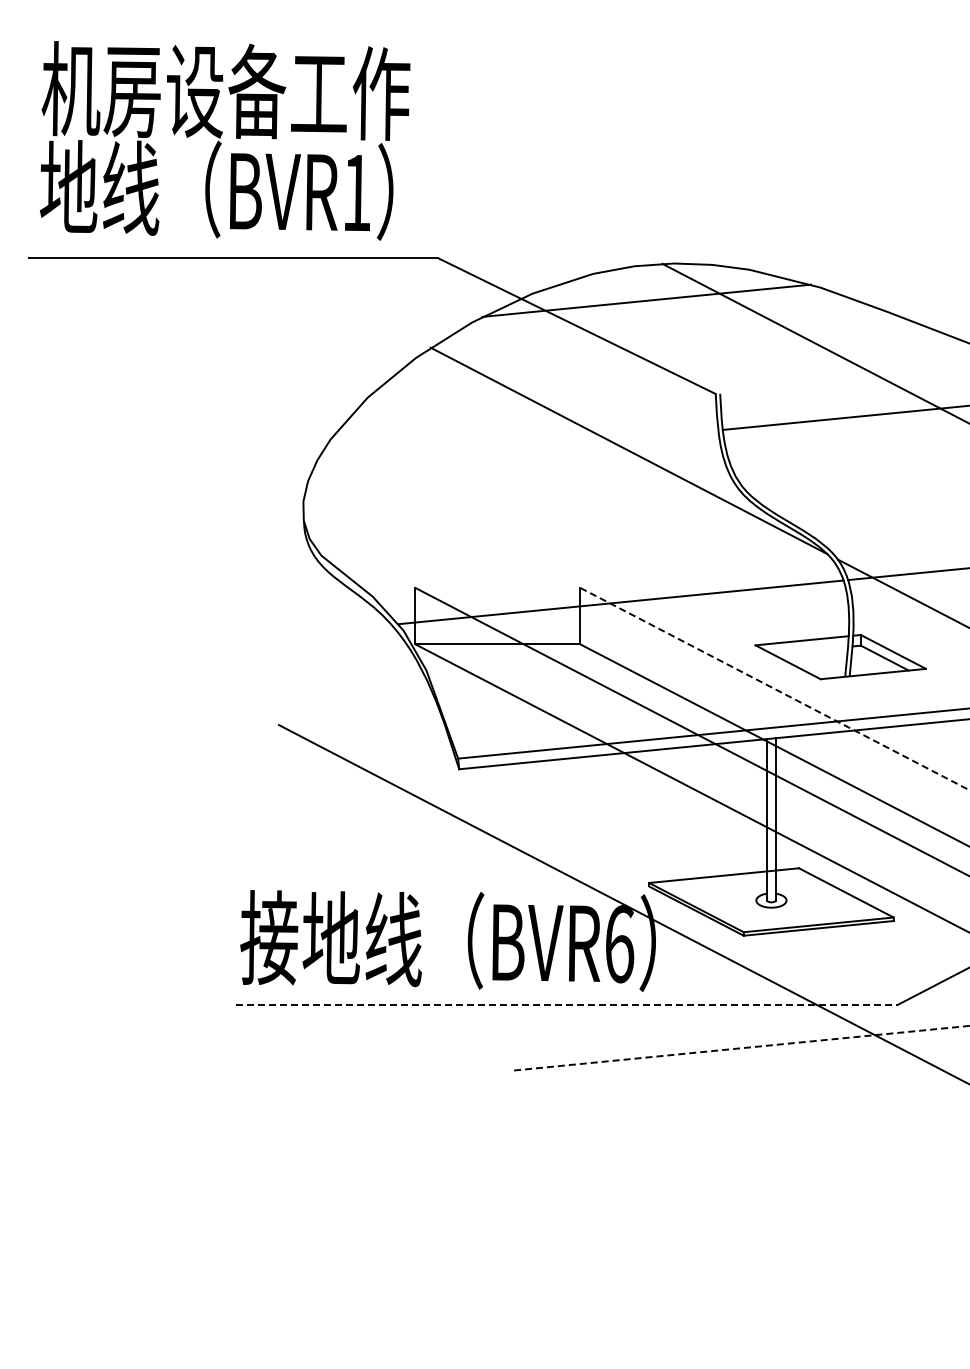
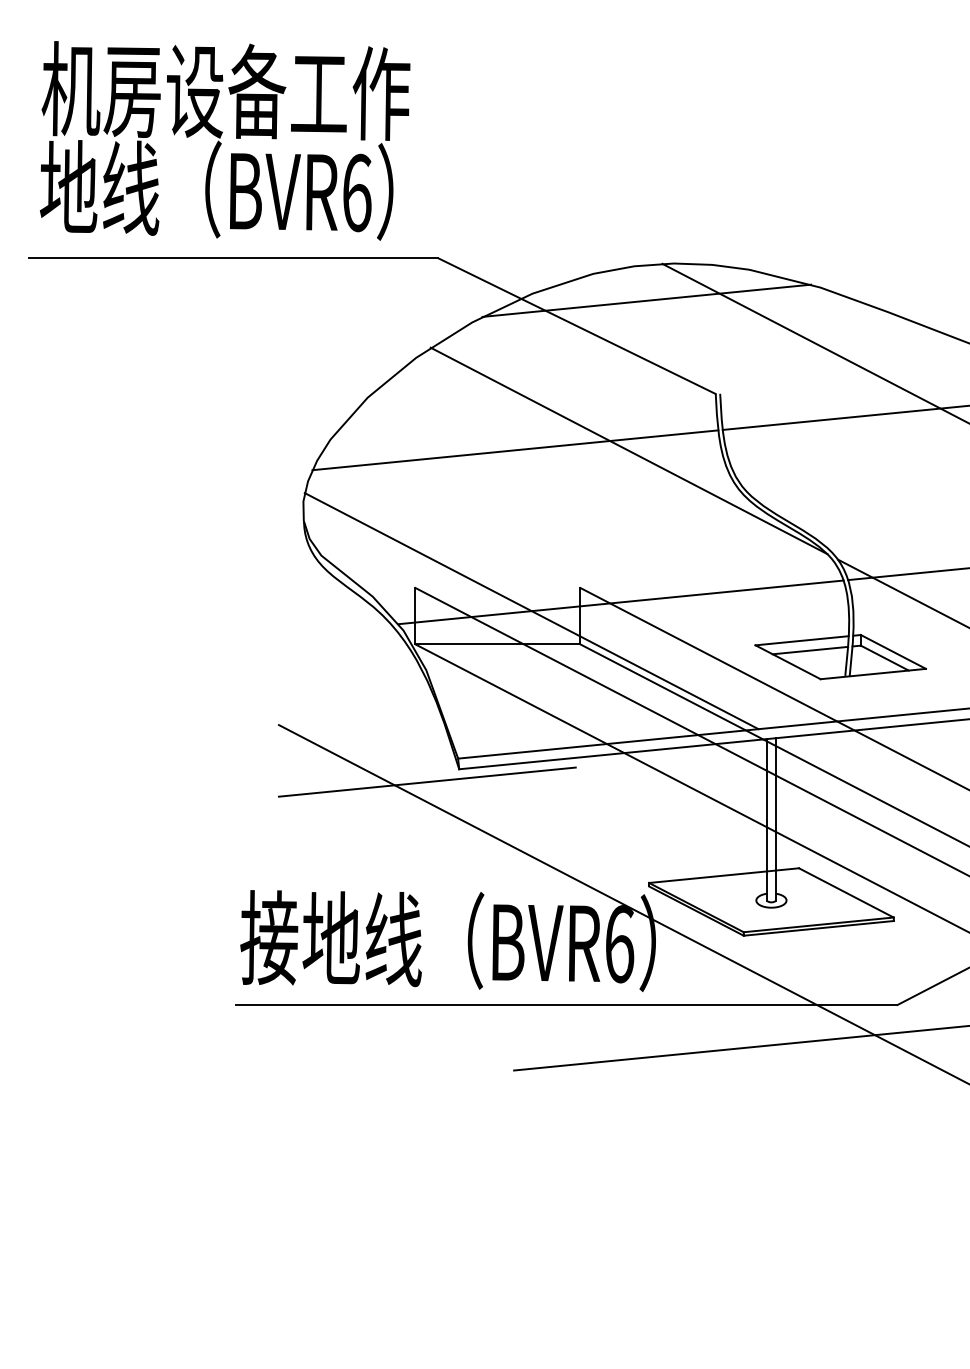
text at (357, 192): BVR1 -> BVR6
line at (515, 450): none -> present
line at (531, 611): none -> present
line at (810, 650): none -> present
line at (775, 689): dashed -> solid
line at (426, 781): none -> present
line at (566, 1005): dashed -> solid
line at (741, 1048): dashed -> solid
